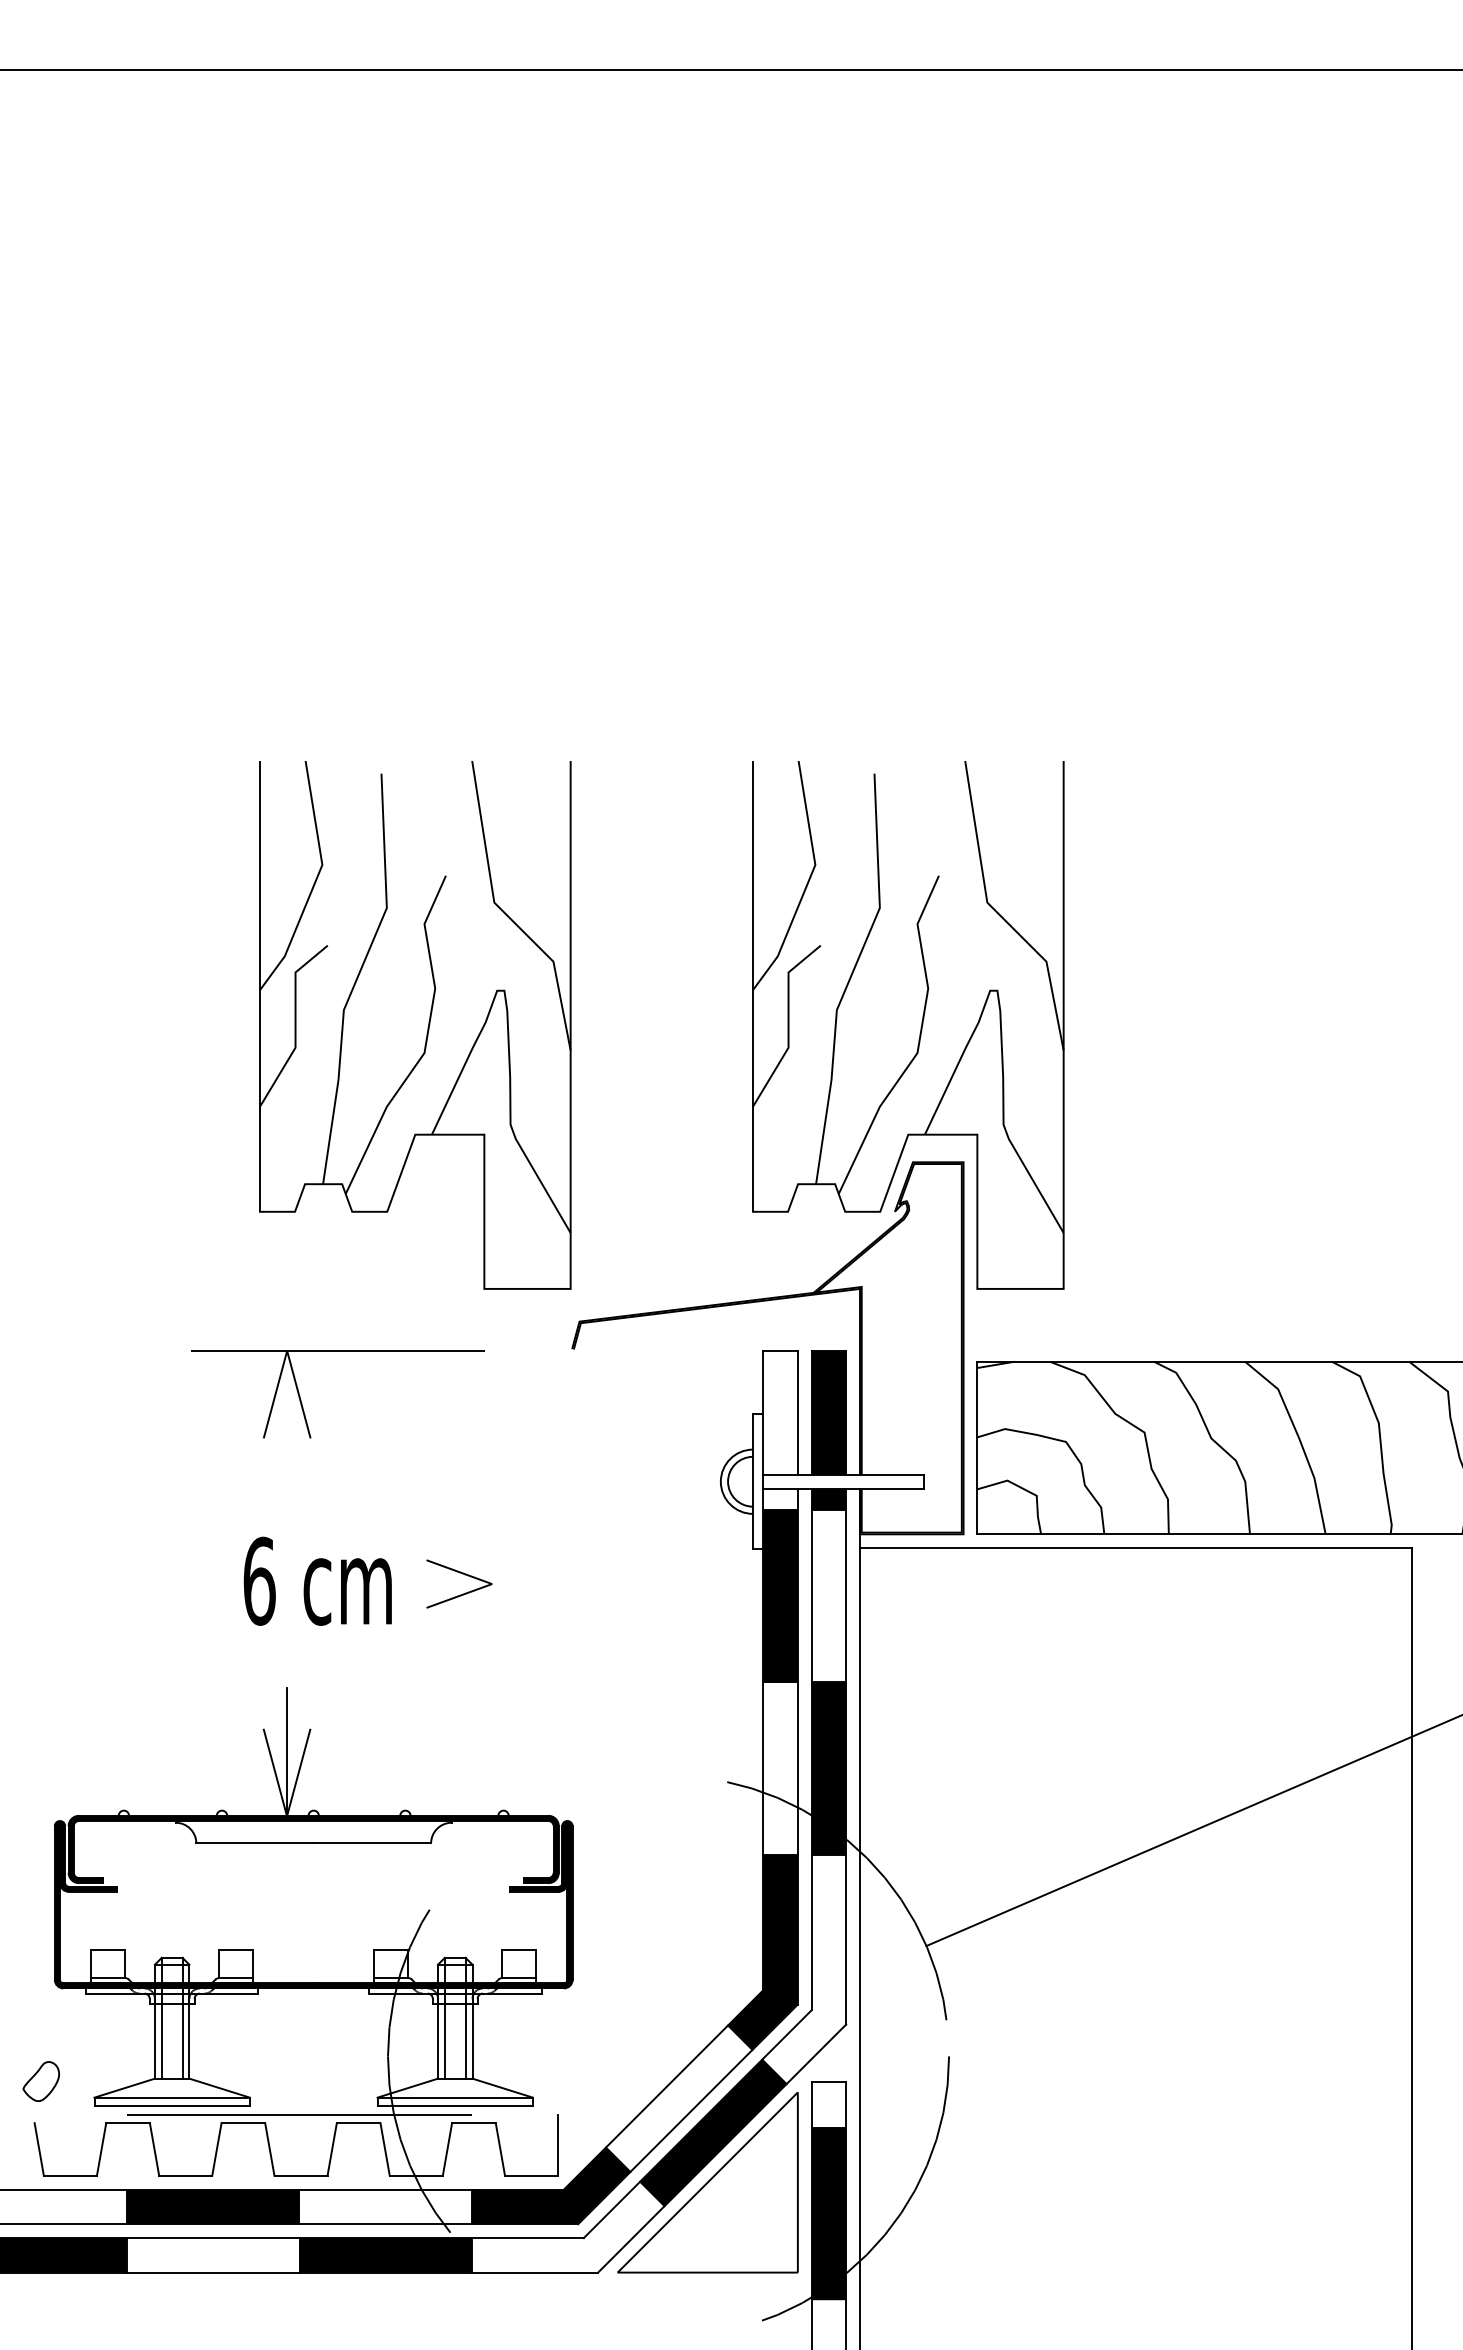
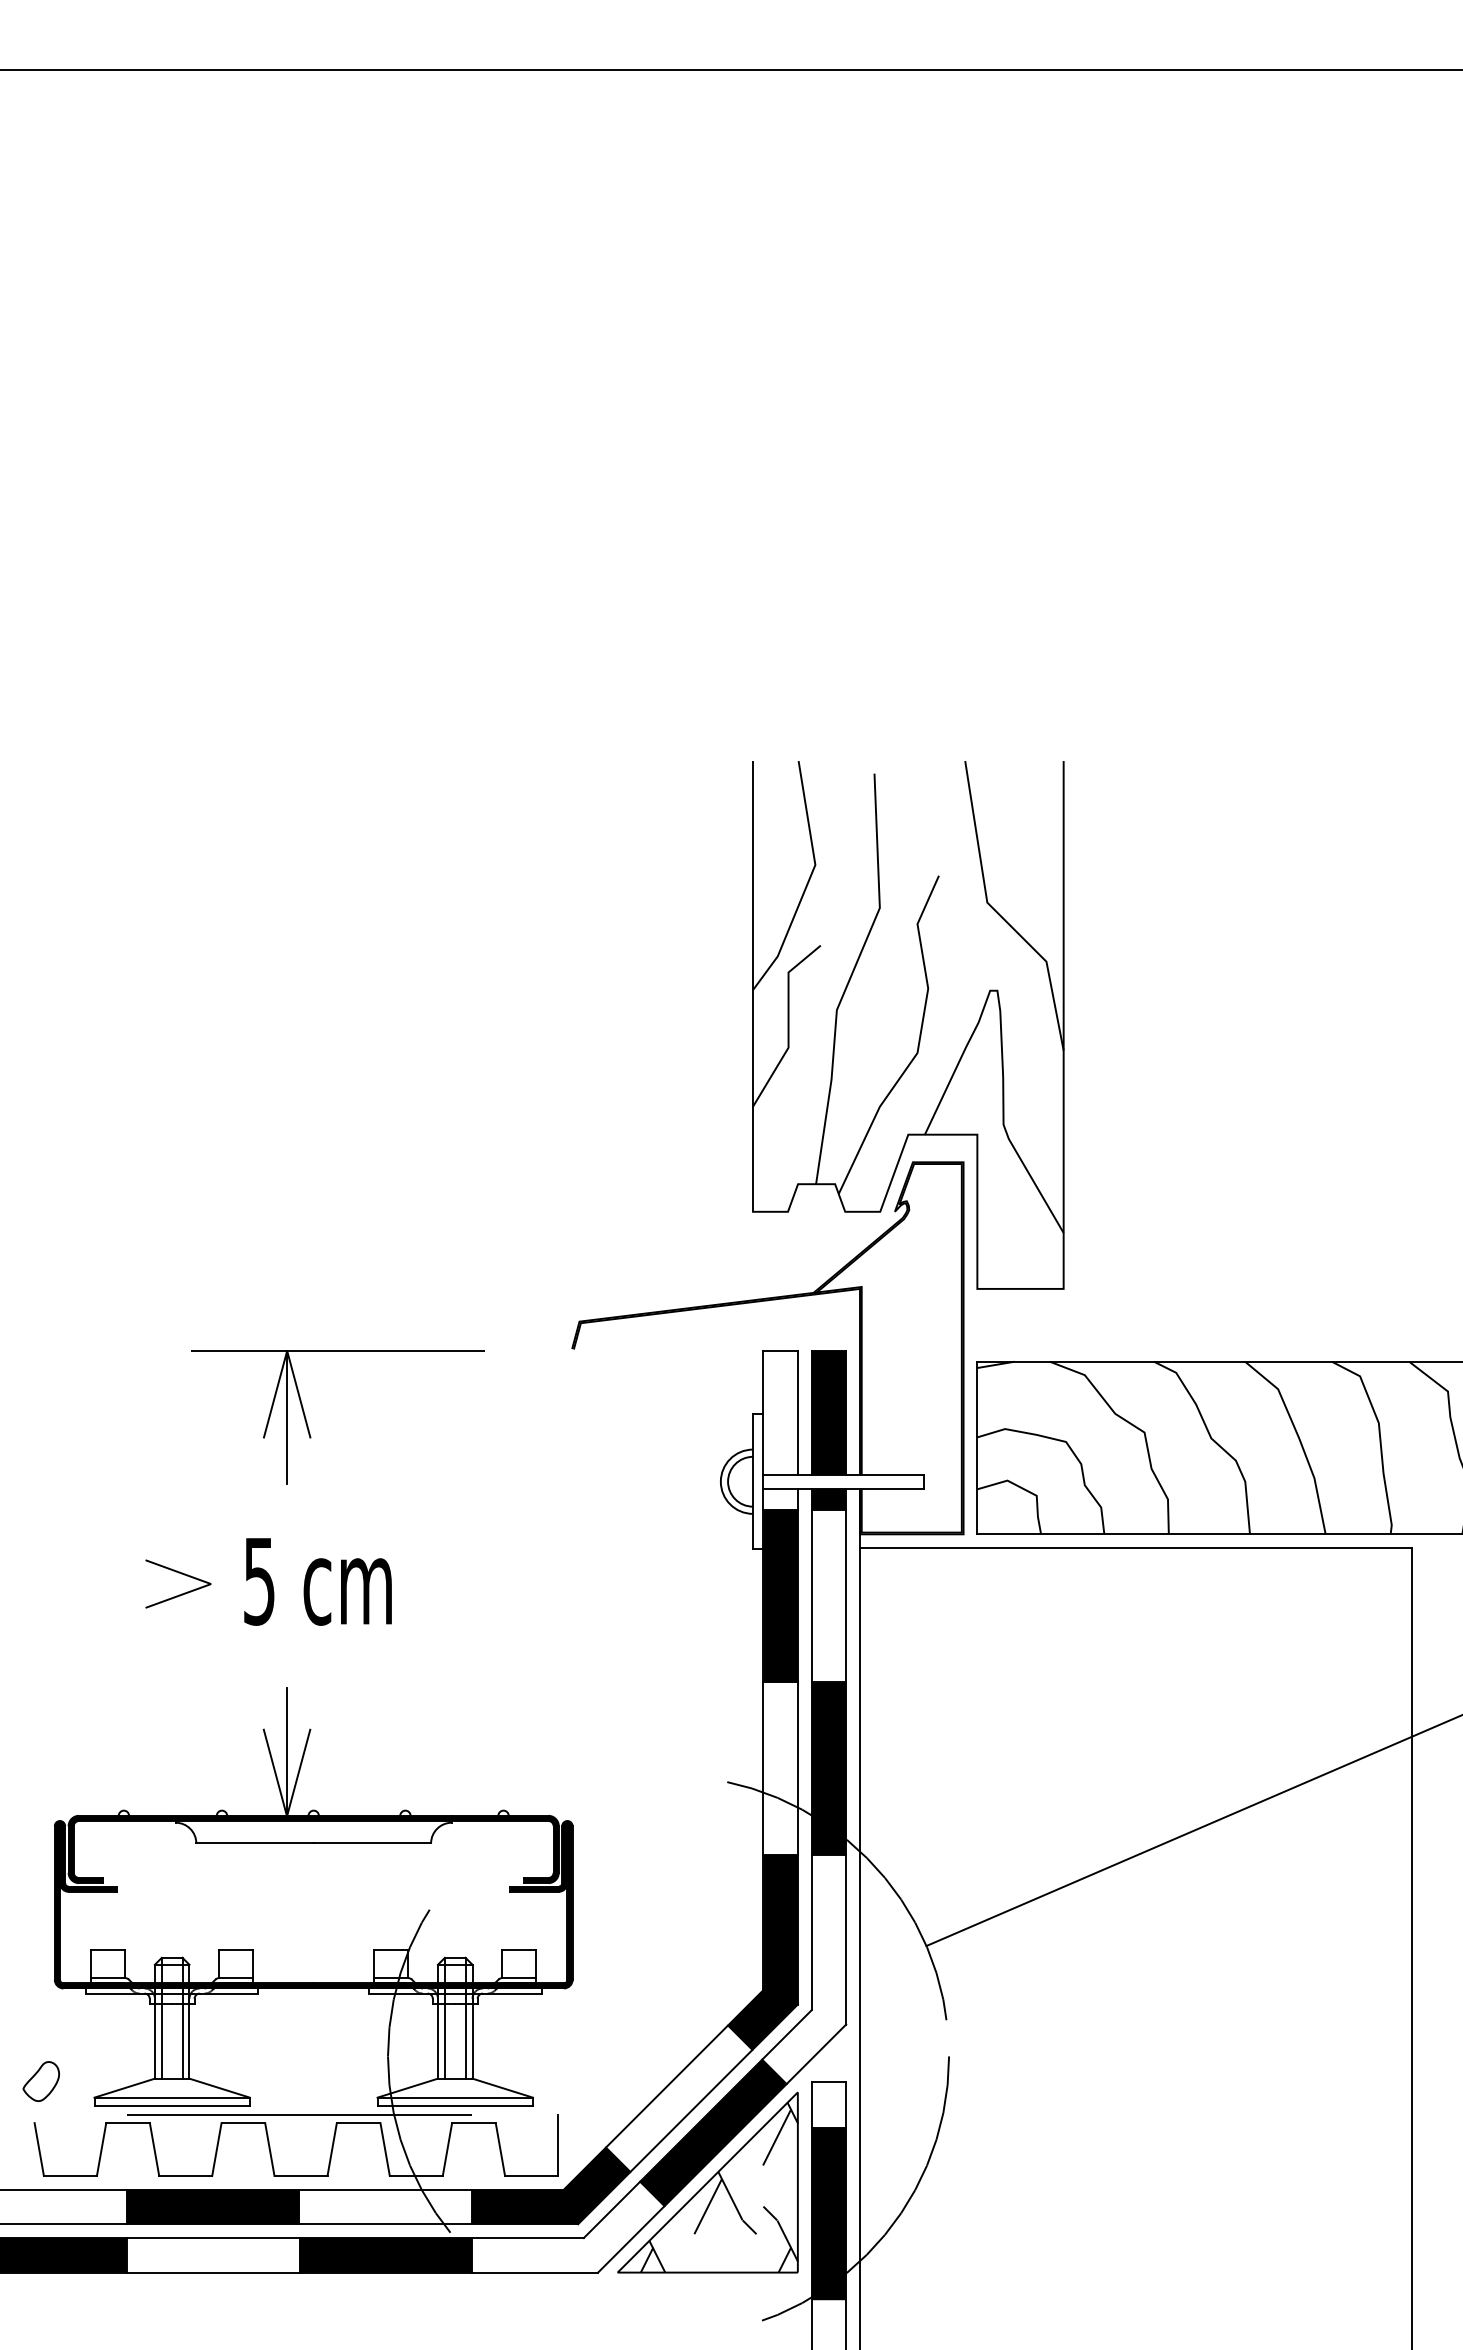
part at (427, 1027): present -> none
line at (287, 1416): none -> present
line at (462, 1574) position: (462, 1574) -> (181, 1574)
text at (259, 1580): 6 -> 5
hatch at (718, 2187): none -> present
